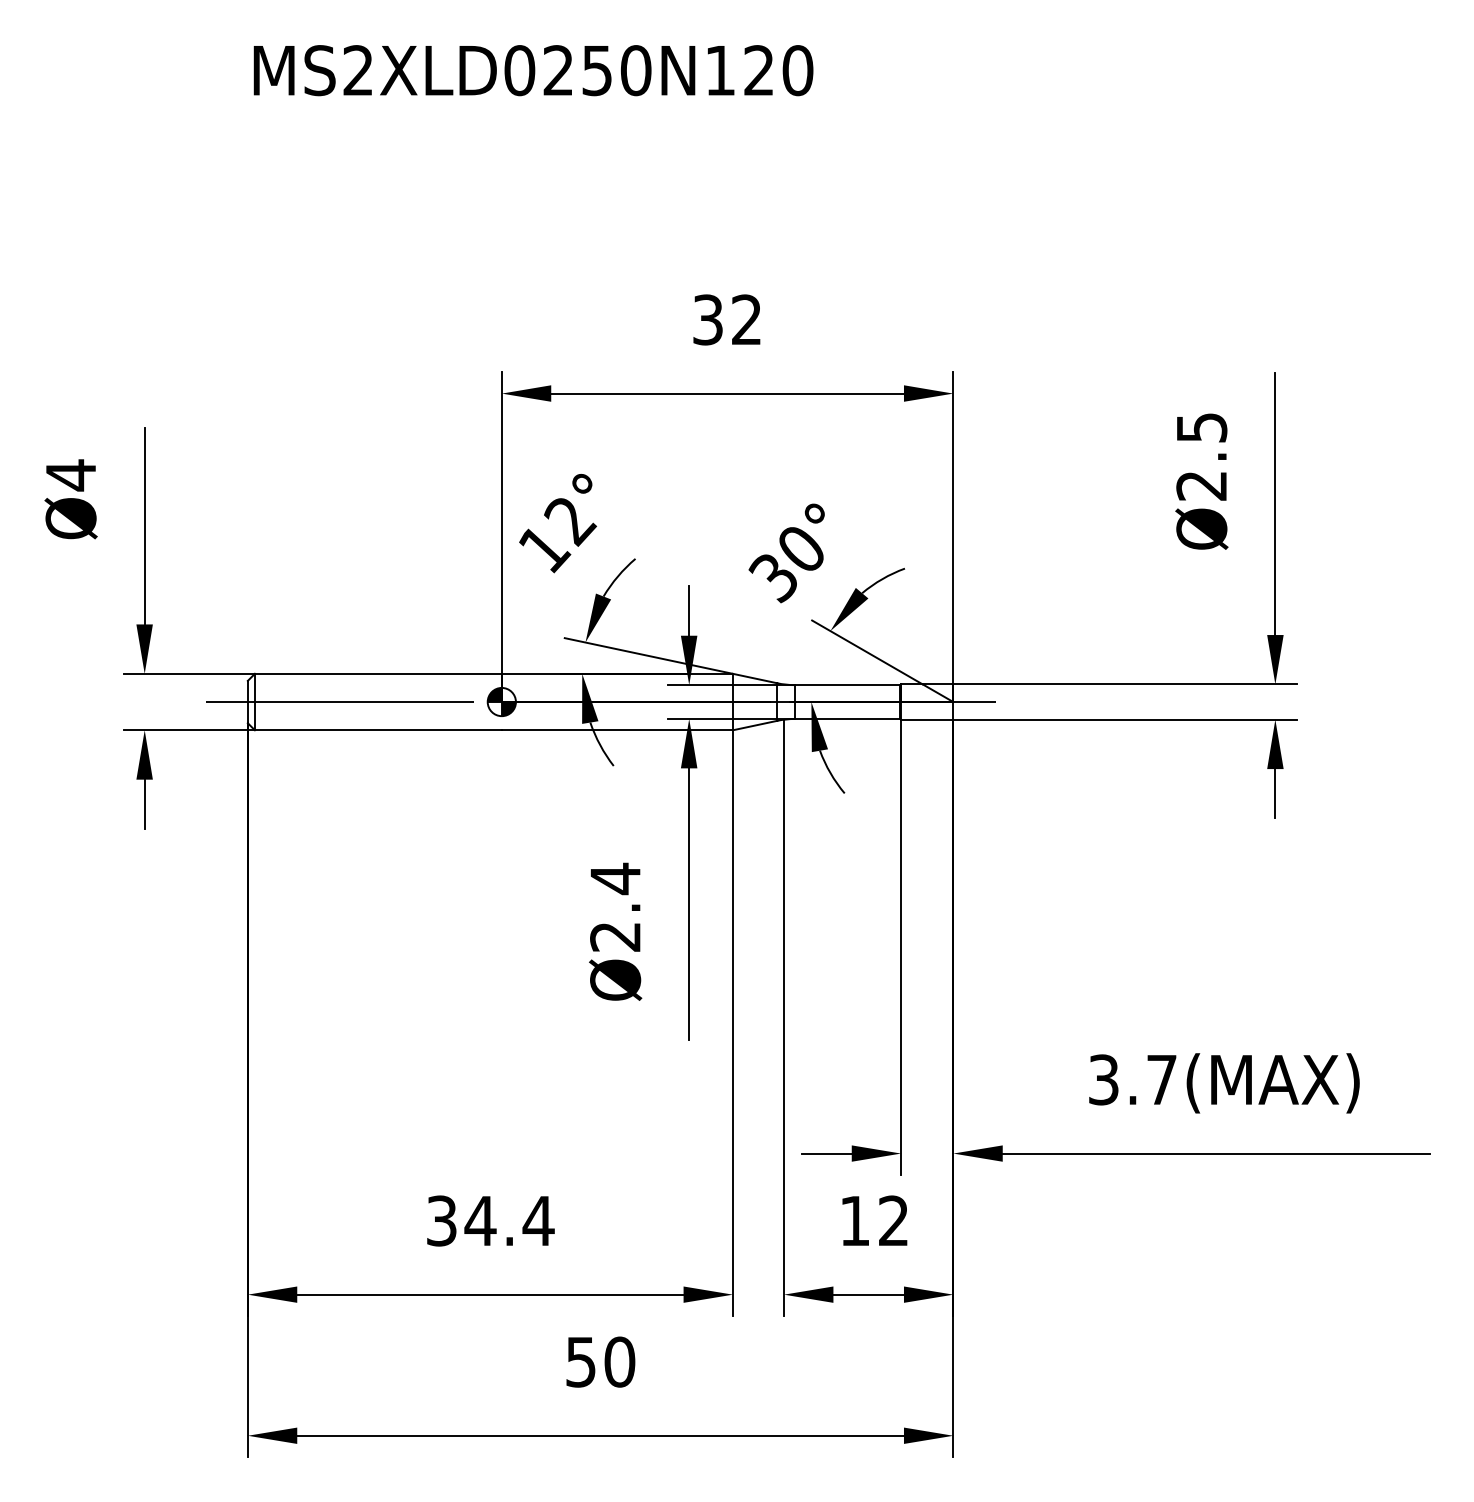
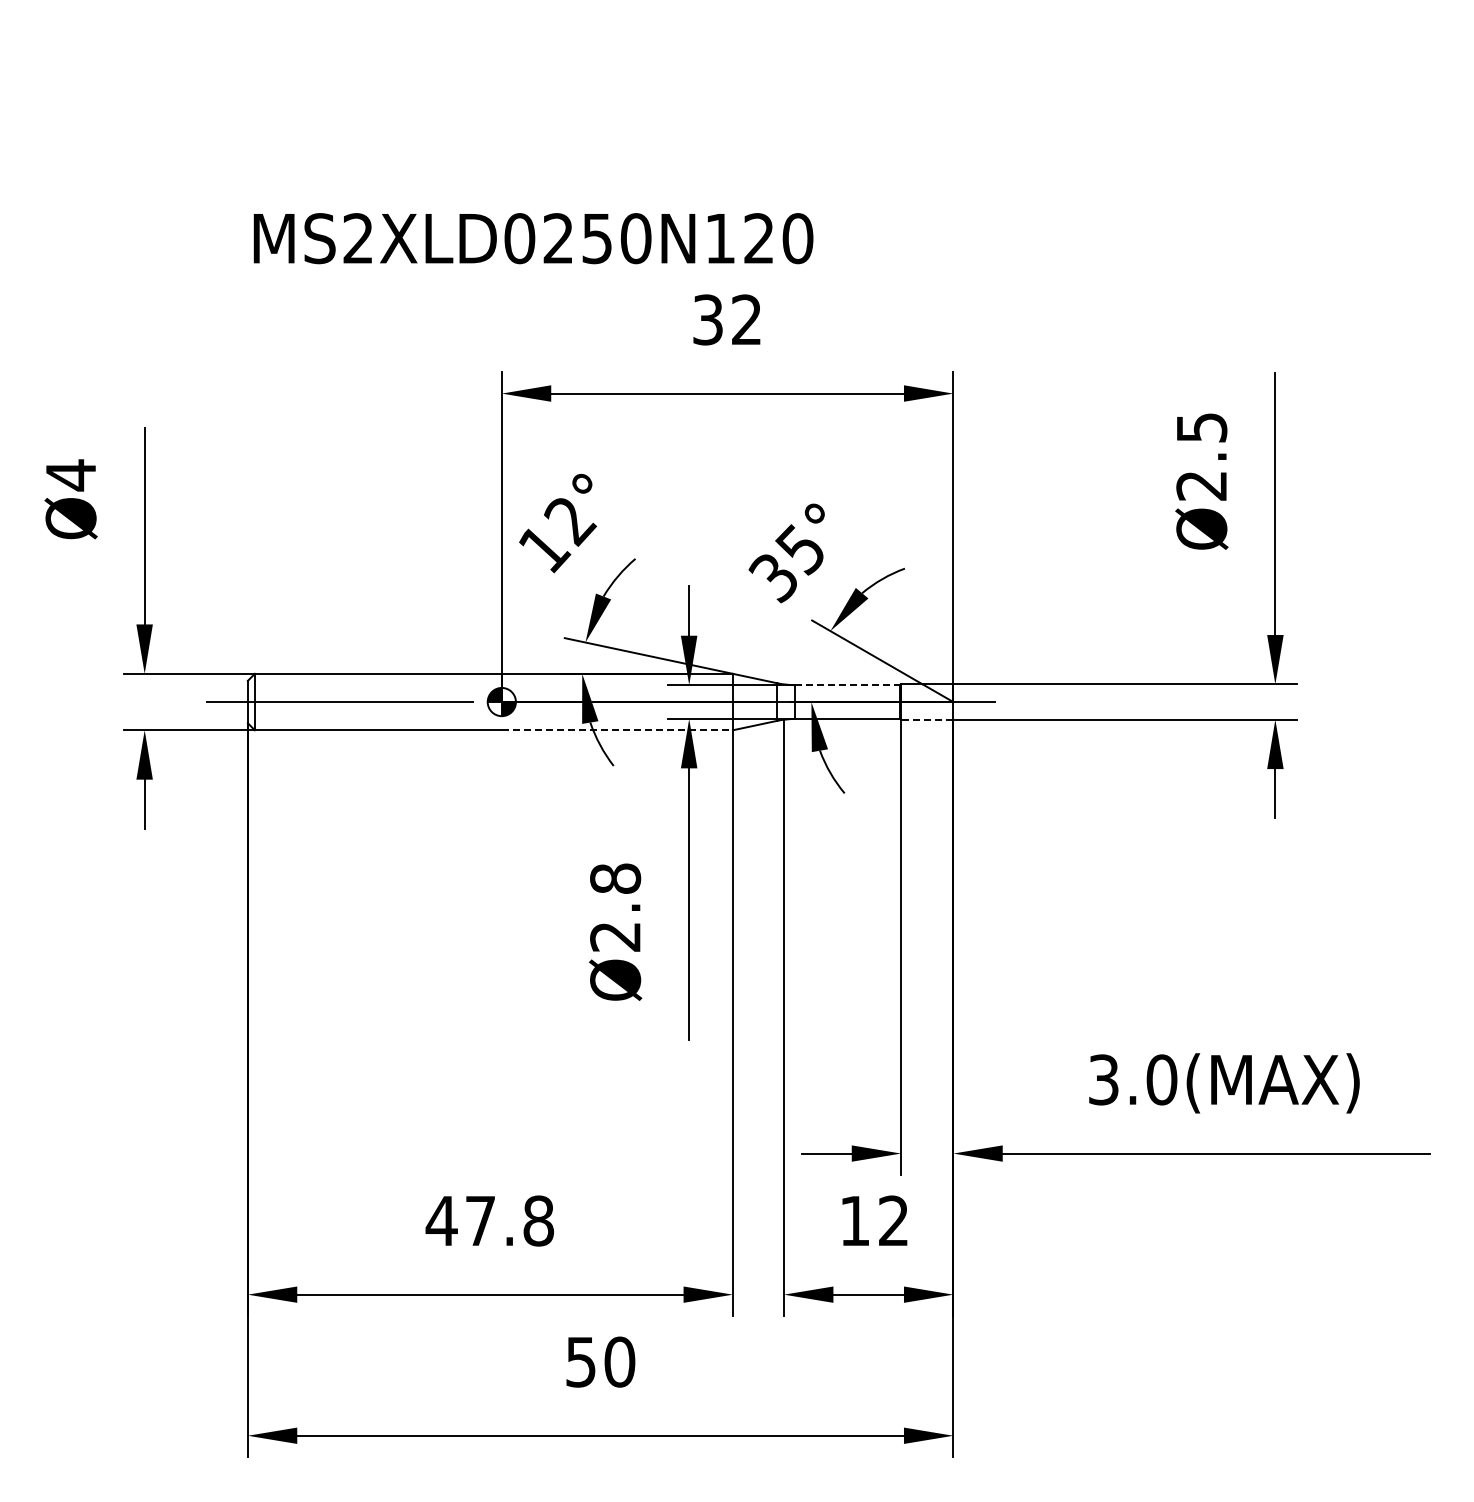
text at (533, 70) position: (533, 70) -> (533, 238)
text at (799, 549): 30° -> 35°
line at (847, 685): solid -> dashed
line at (926, 719): solid -> dashed
line at (617, 730): solid -> dashed
text at (615, 878): Ø2.4 -> Ø2.8
text at (1161, 1079): 3.7(MAX) -> 3.0(MAX)
text at (489, 1220): 34.4 -> 47.8
